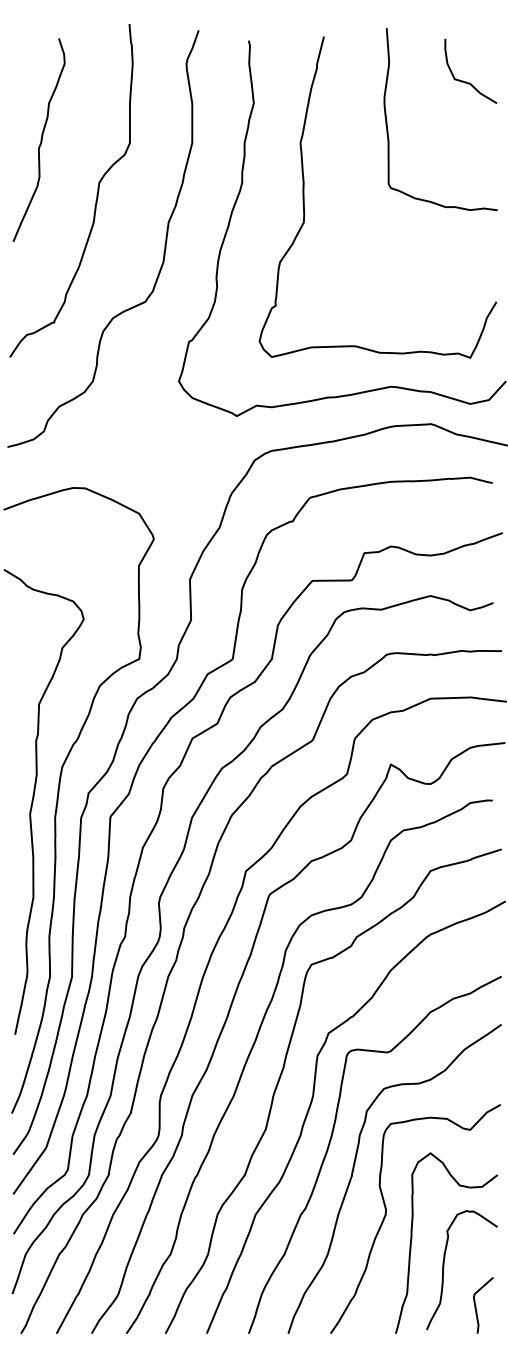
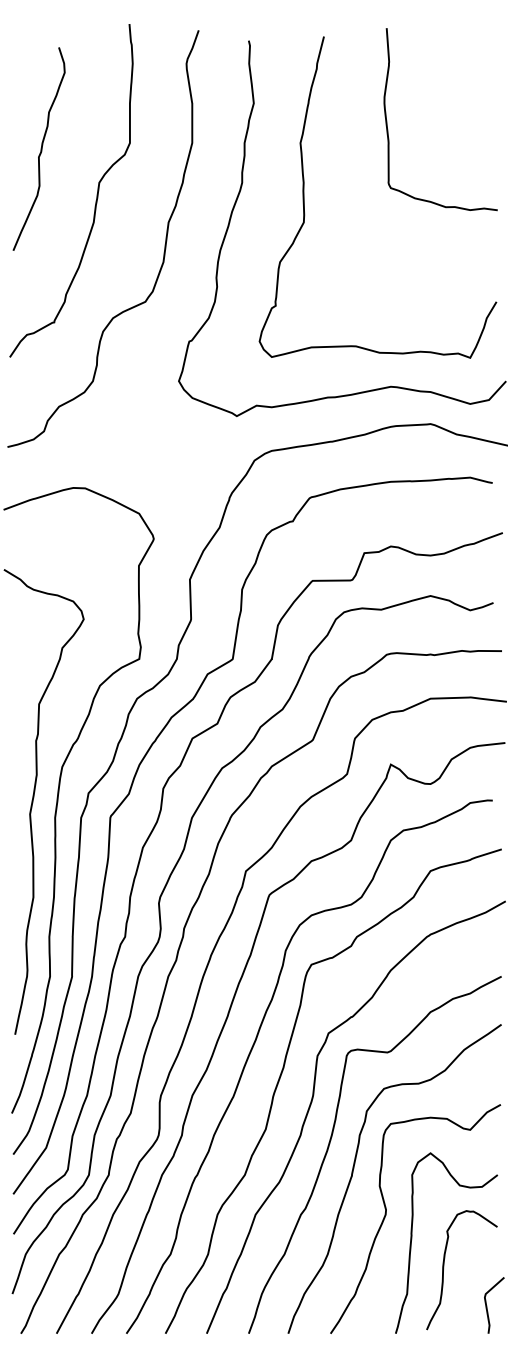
curve at (466, 81): present -> none
curve at (40, 139) position: (40, 139) -> (40, 148)
line at (476, 1305) position: (476, 1305) -> (487, 1305)
